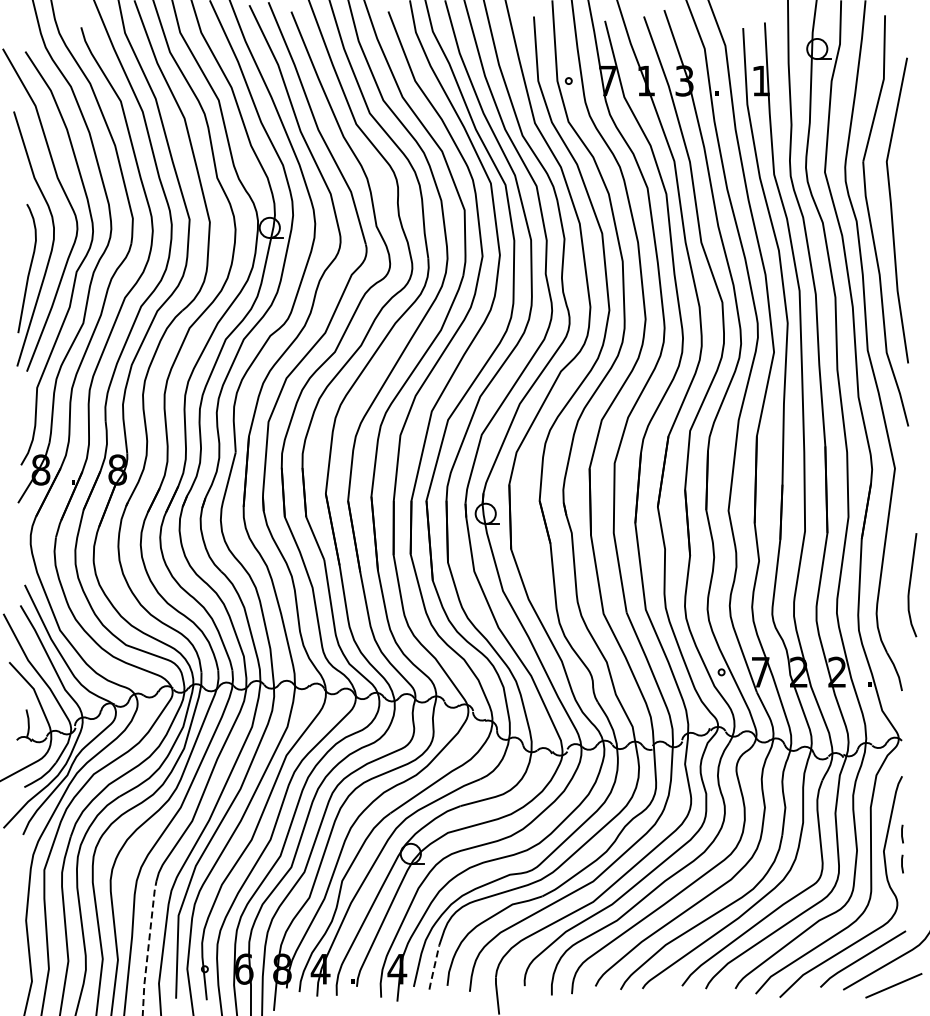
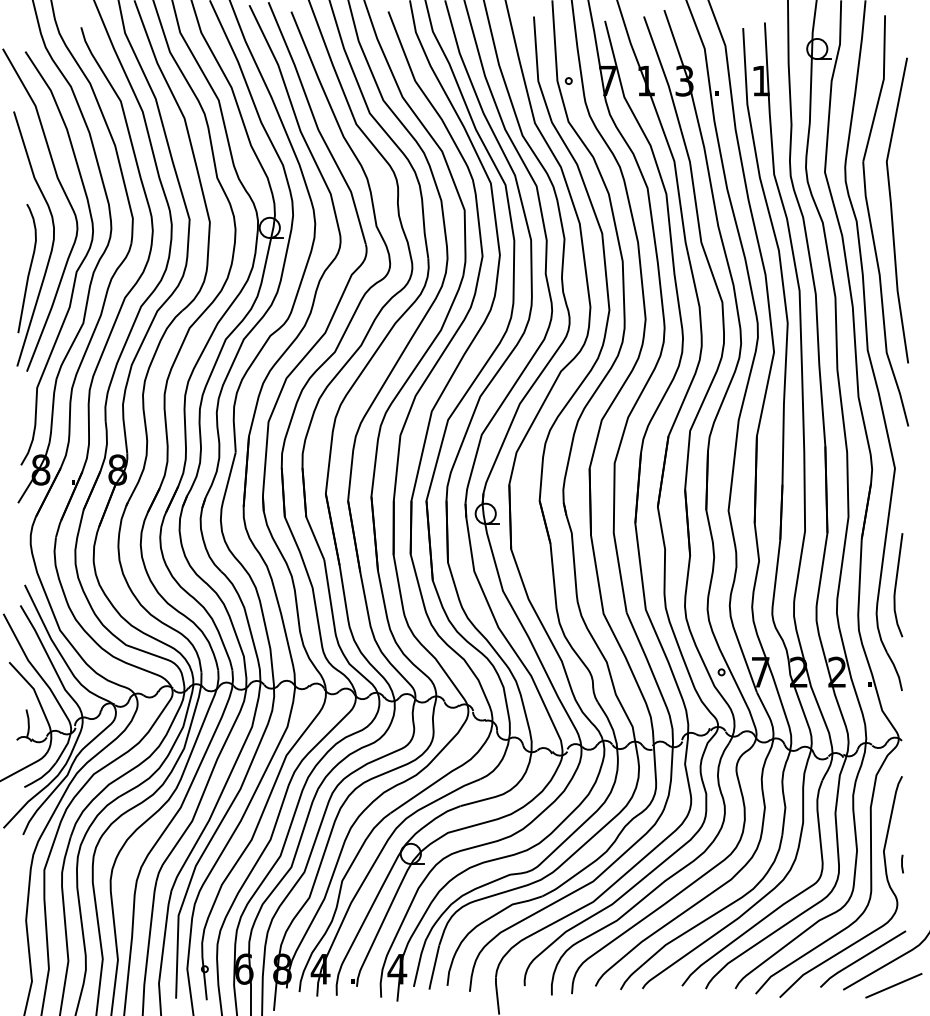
curve at (910, 585) position: (910, 585) -> (896, 585)
line at (902, 833): present -> none
line at (148, 947): dashed -> solid
line at (434, 967): dashed -> solid
